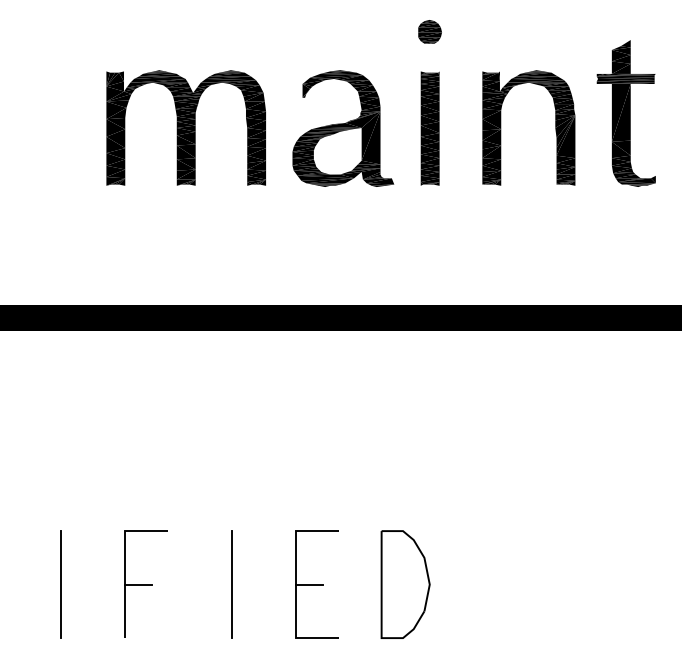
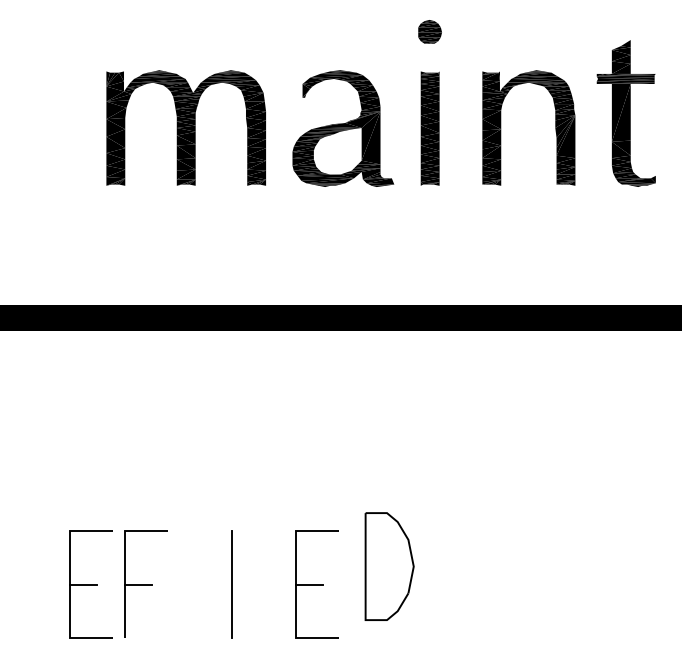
line at (60, 584): present -> none
part at (90, 584): none -> present
part at (405, 584) position: (405, 584) -> (389, 566)
